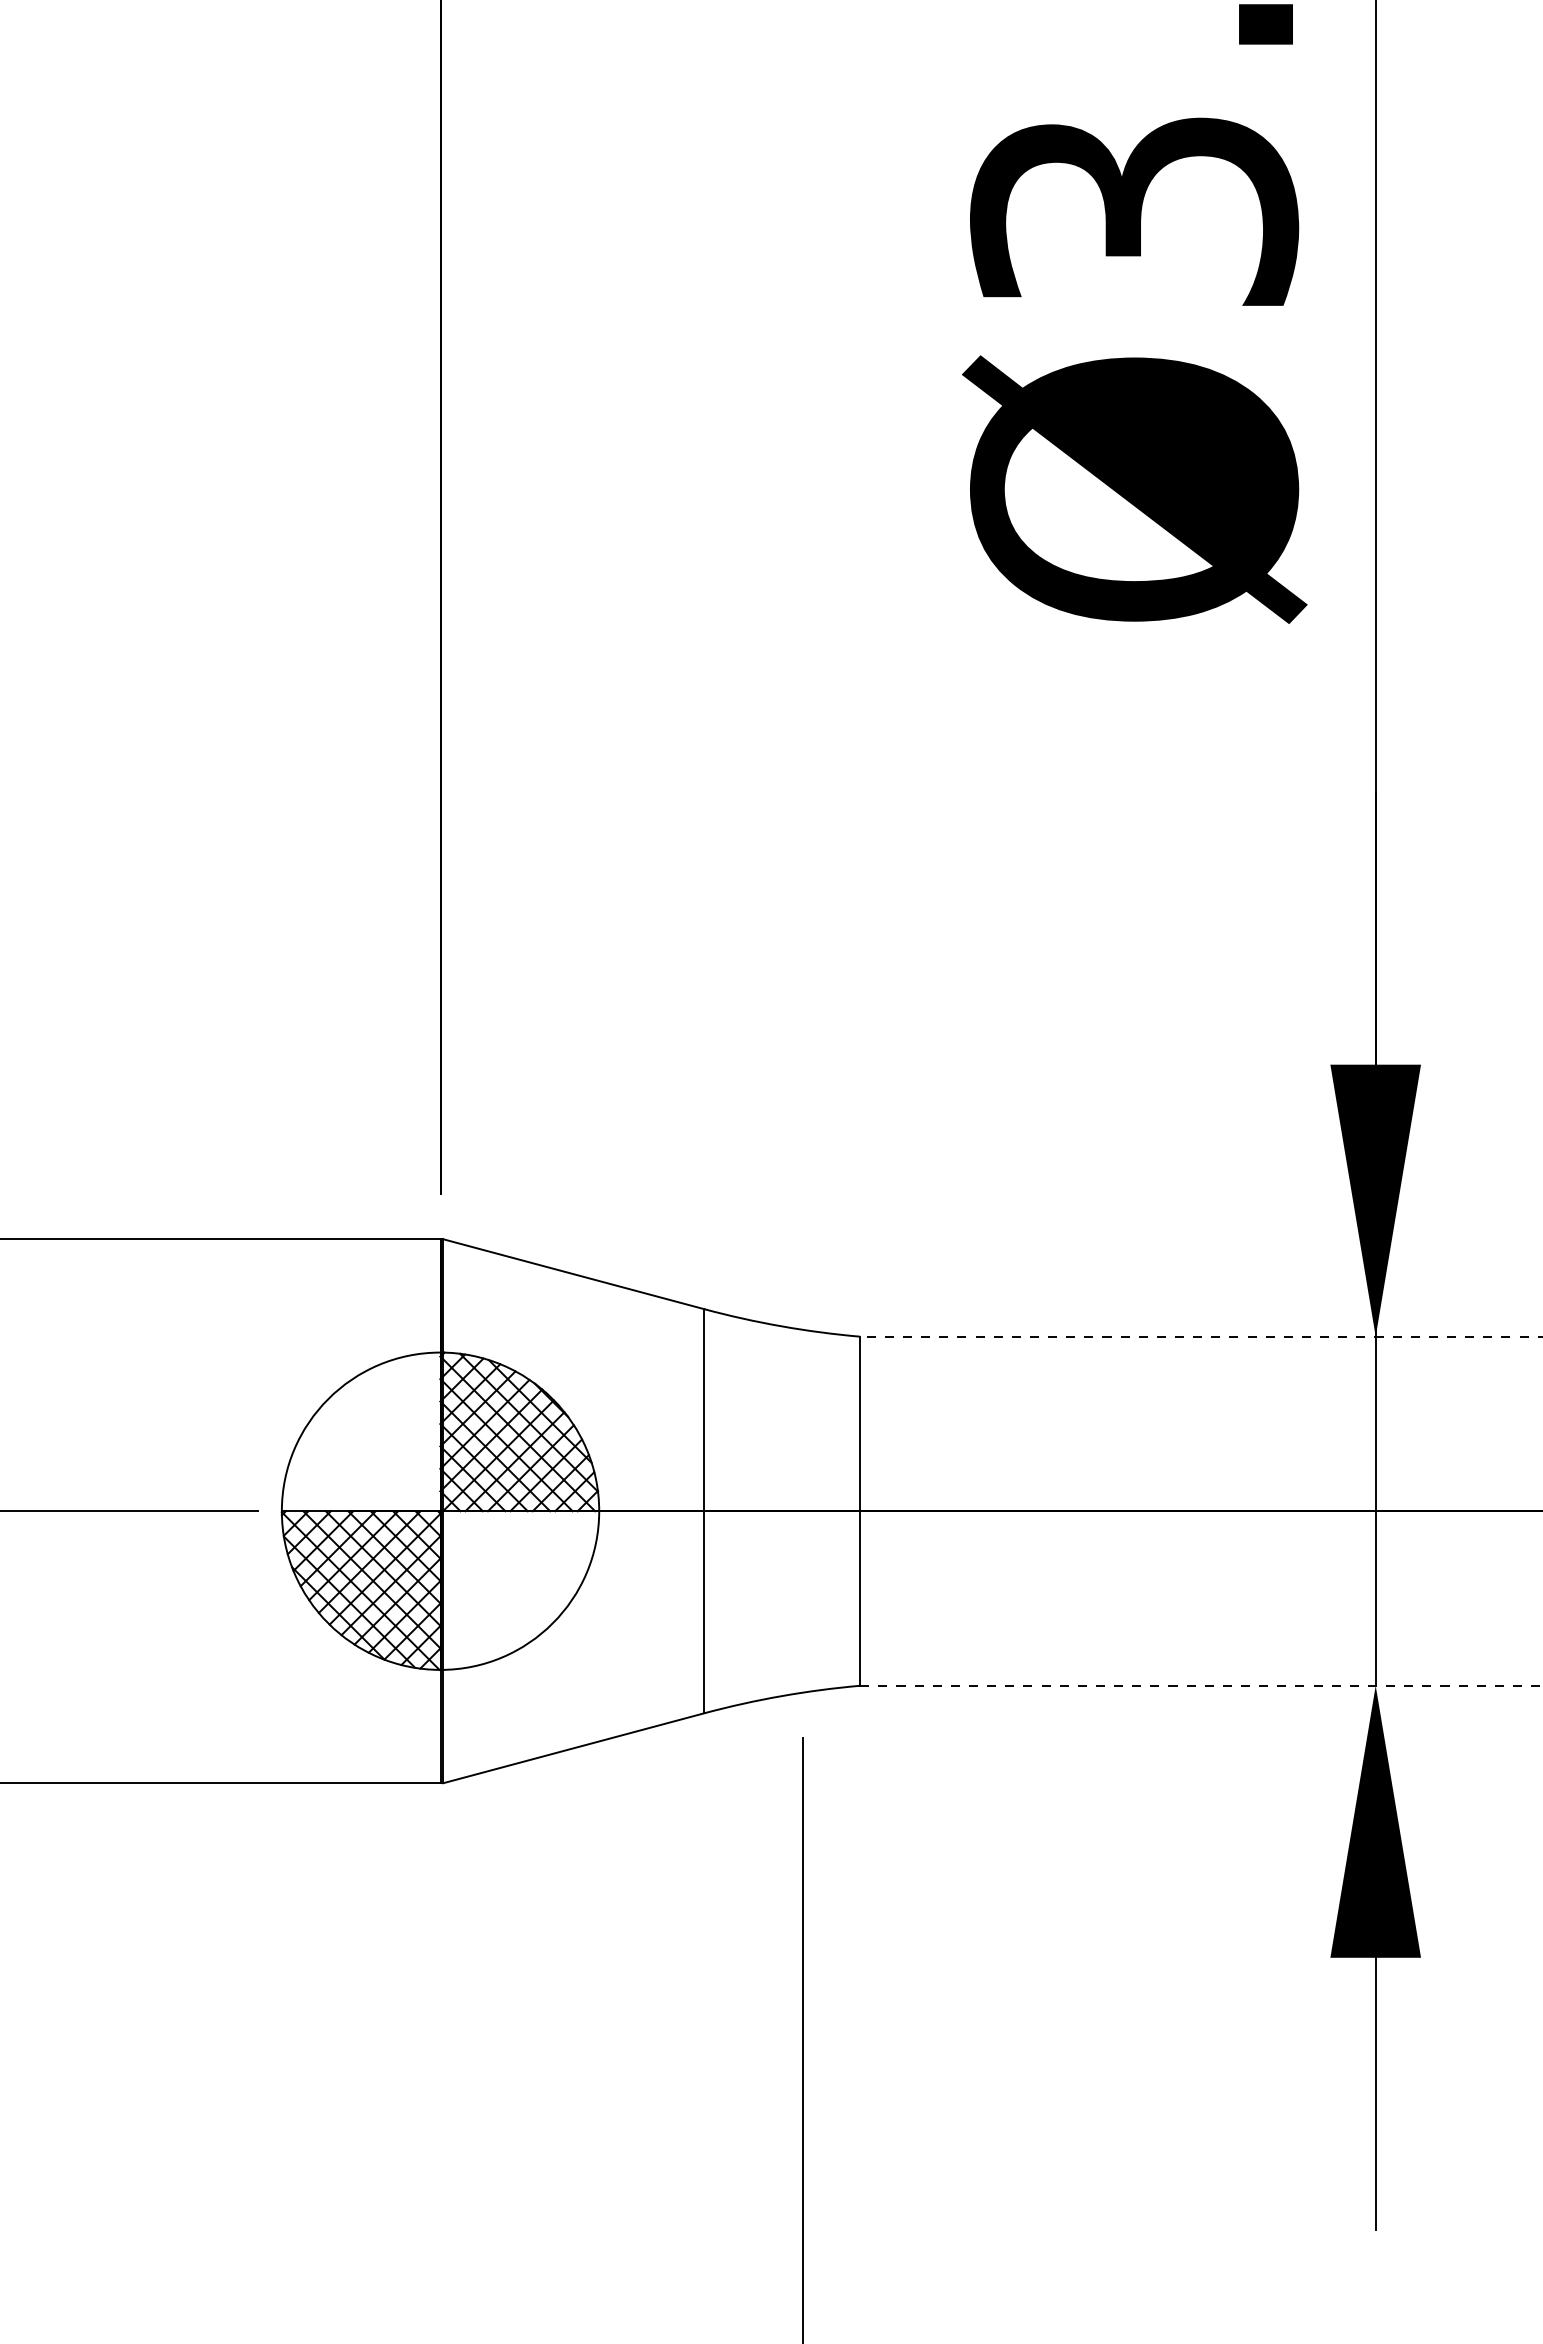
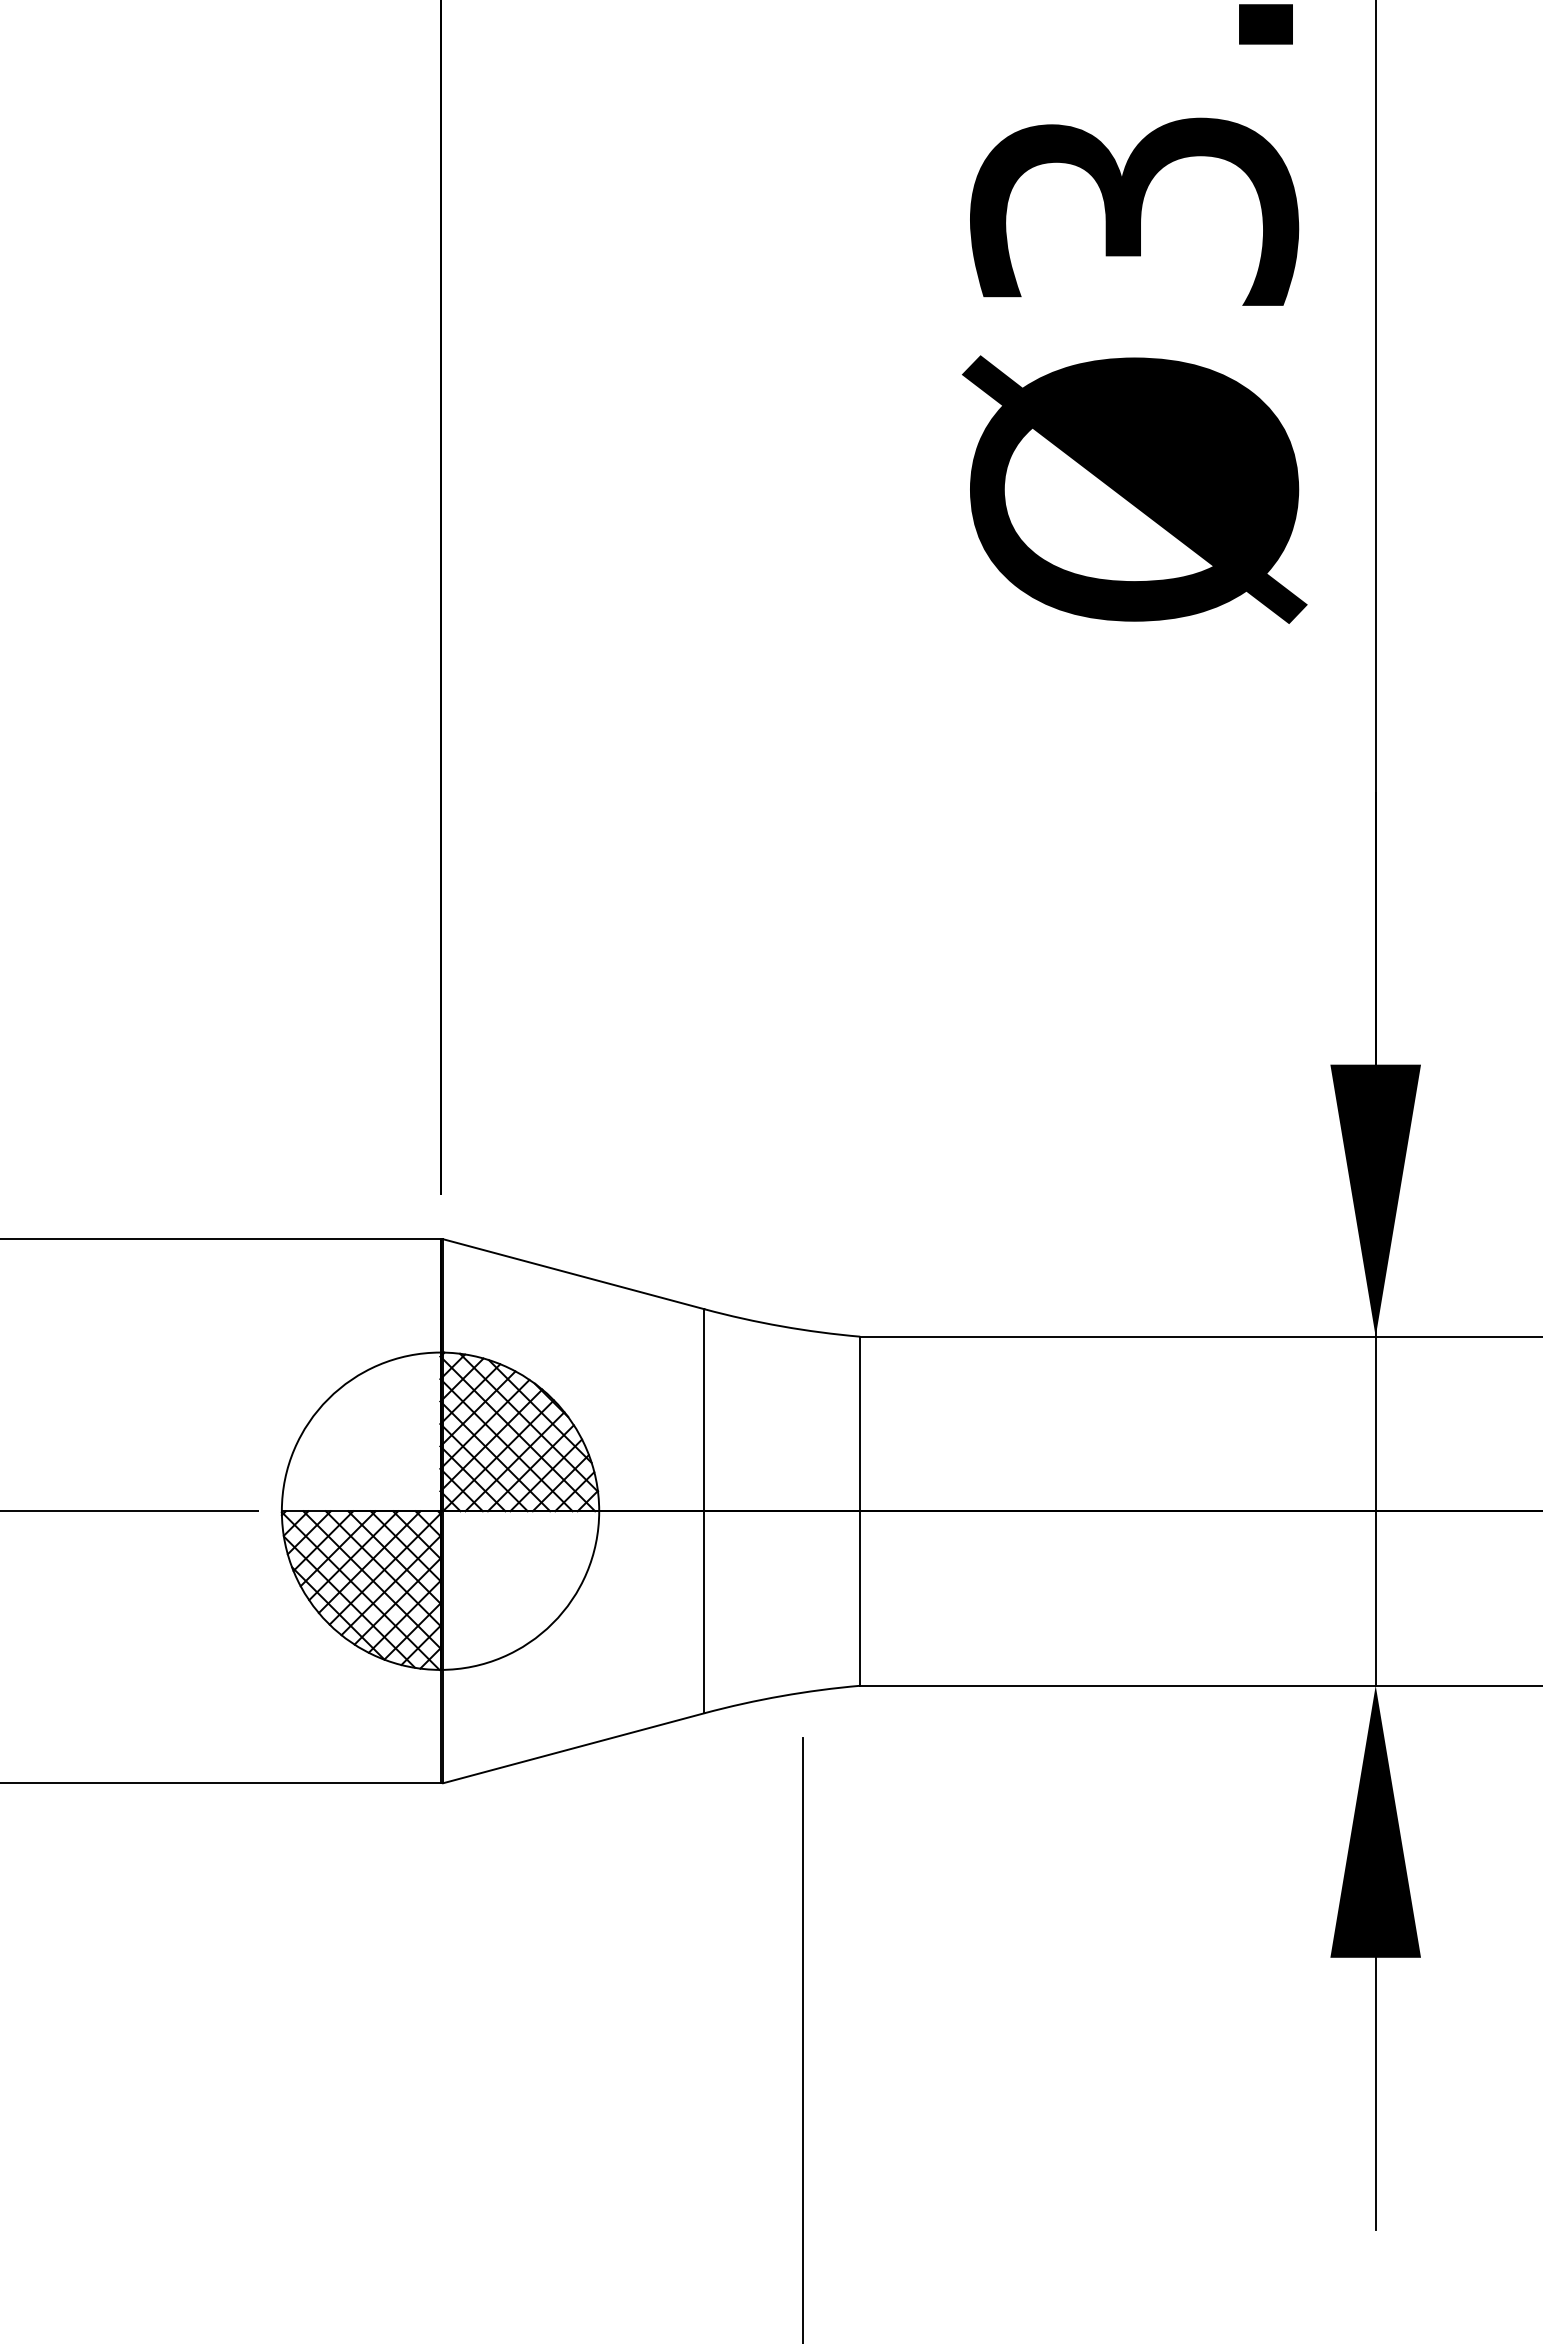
line at (1200, 1336): dashed -> solid
line at (1201, 1685): dashed -> solid
